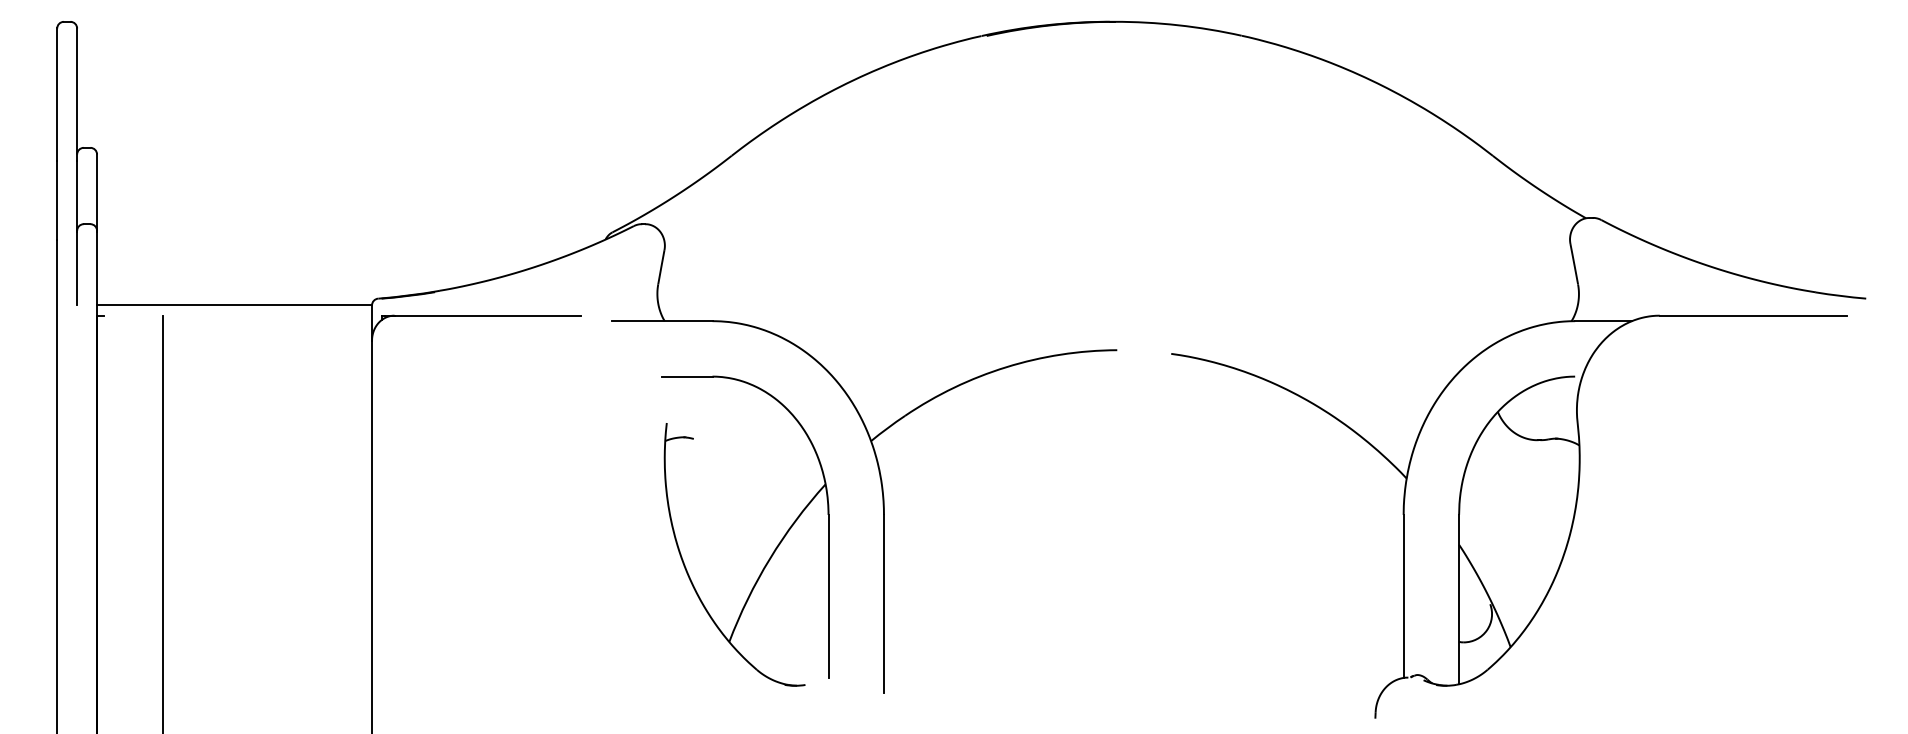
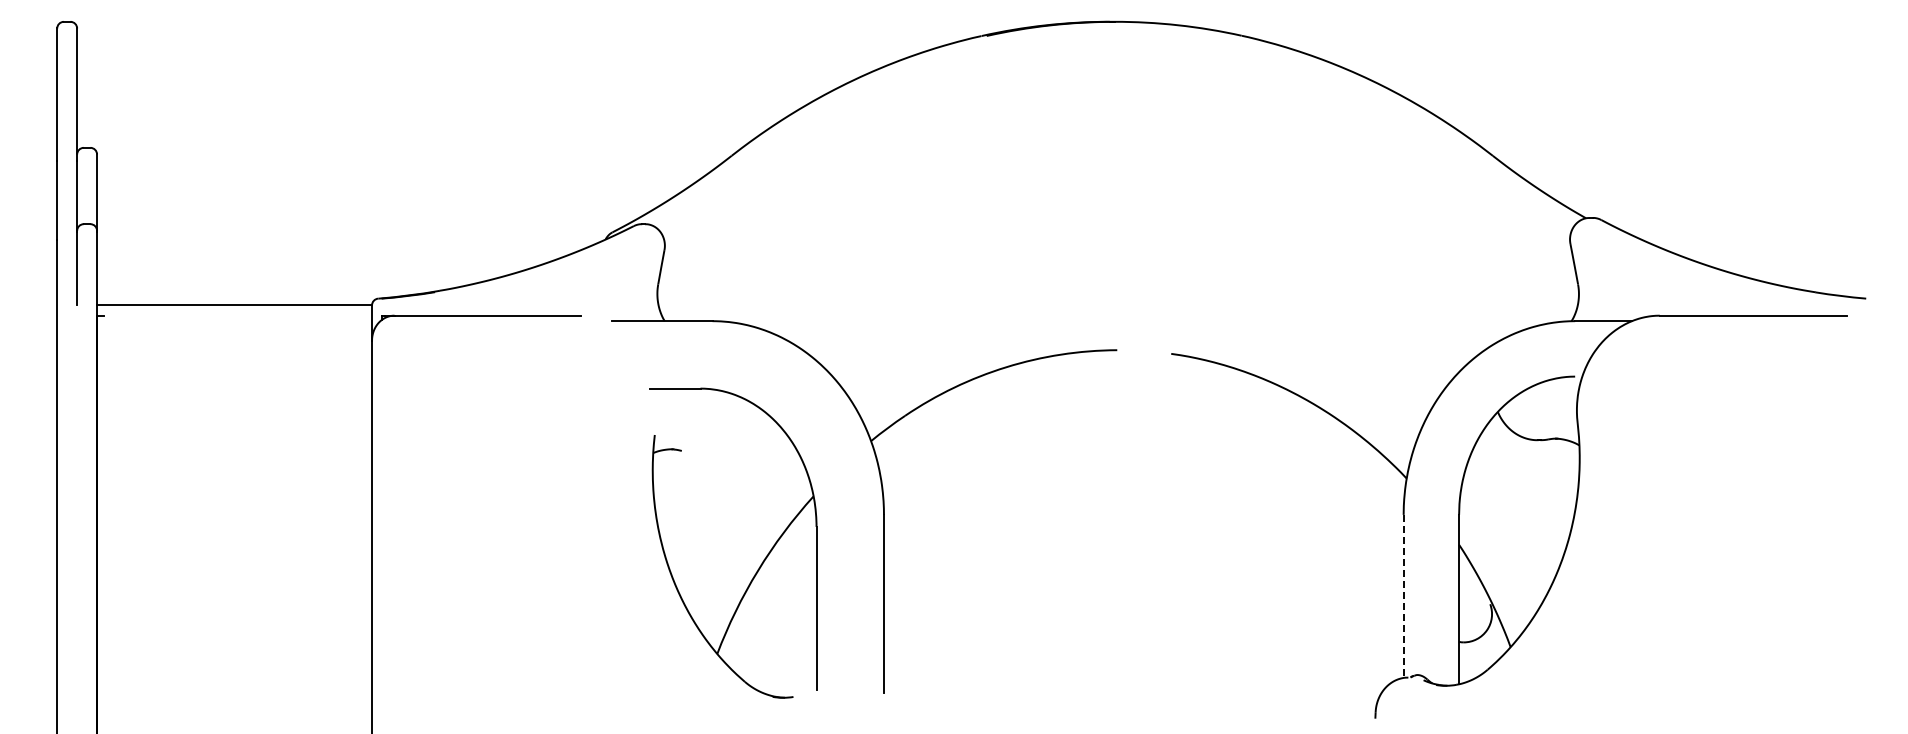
line at (163, 522): present -> none
part at (775, 547) position: (775, 547) -> (763, 559)
line at (1403, 596): solid -> dashed
